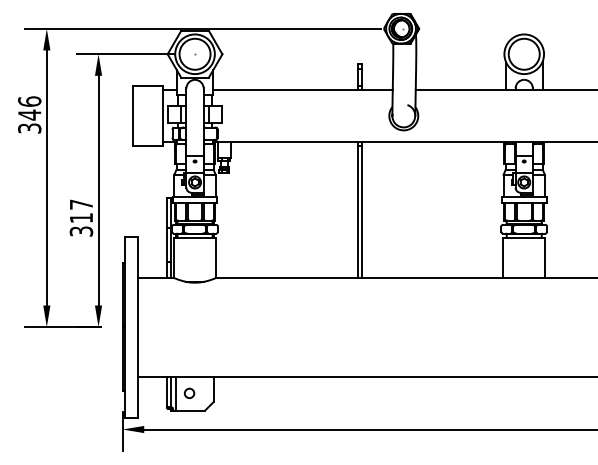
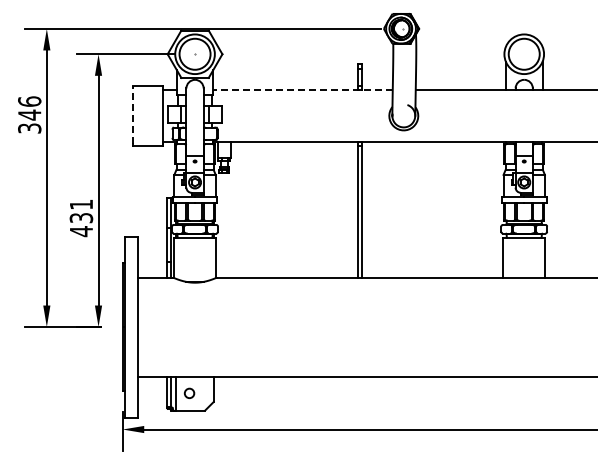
line at (303, 89): solid -> dashed
line at (133, 114): solid -> dashed
text at (81, 218): 317 -> 431
